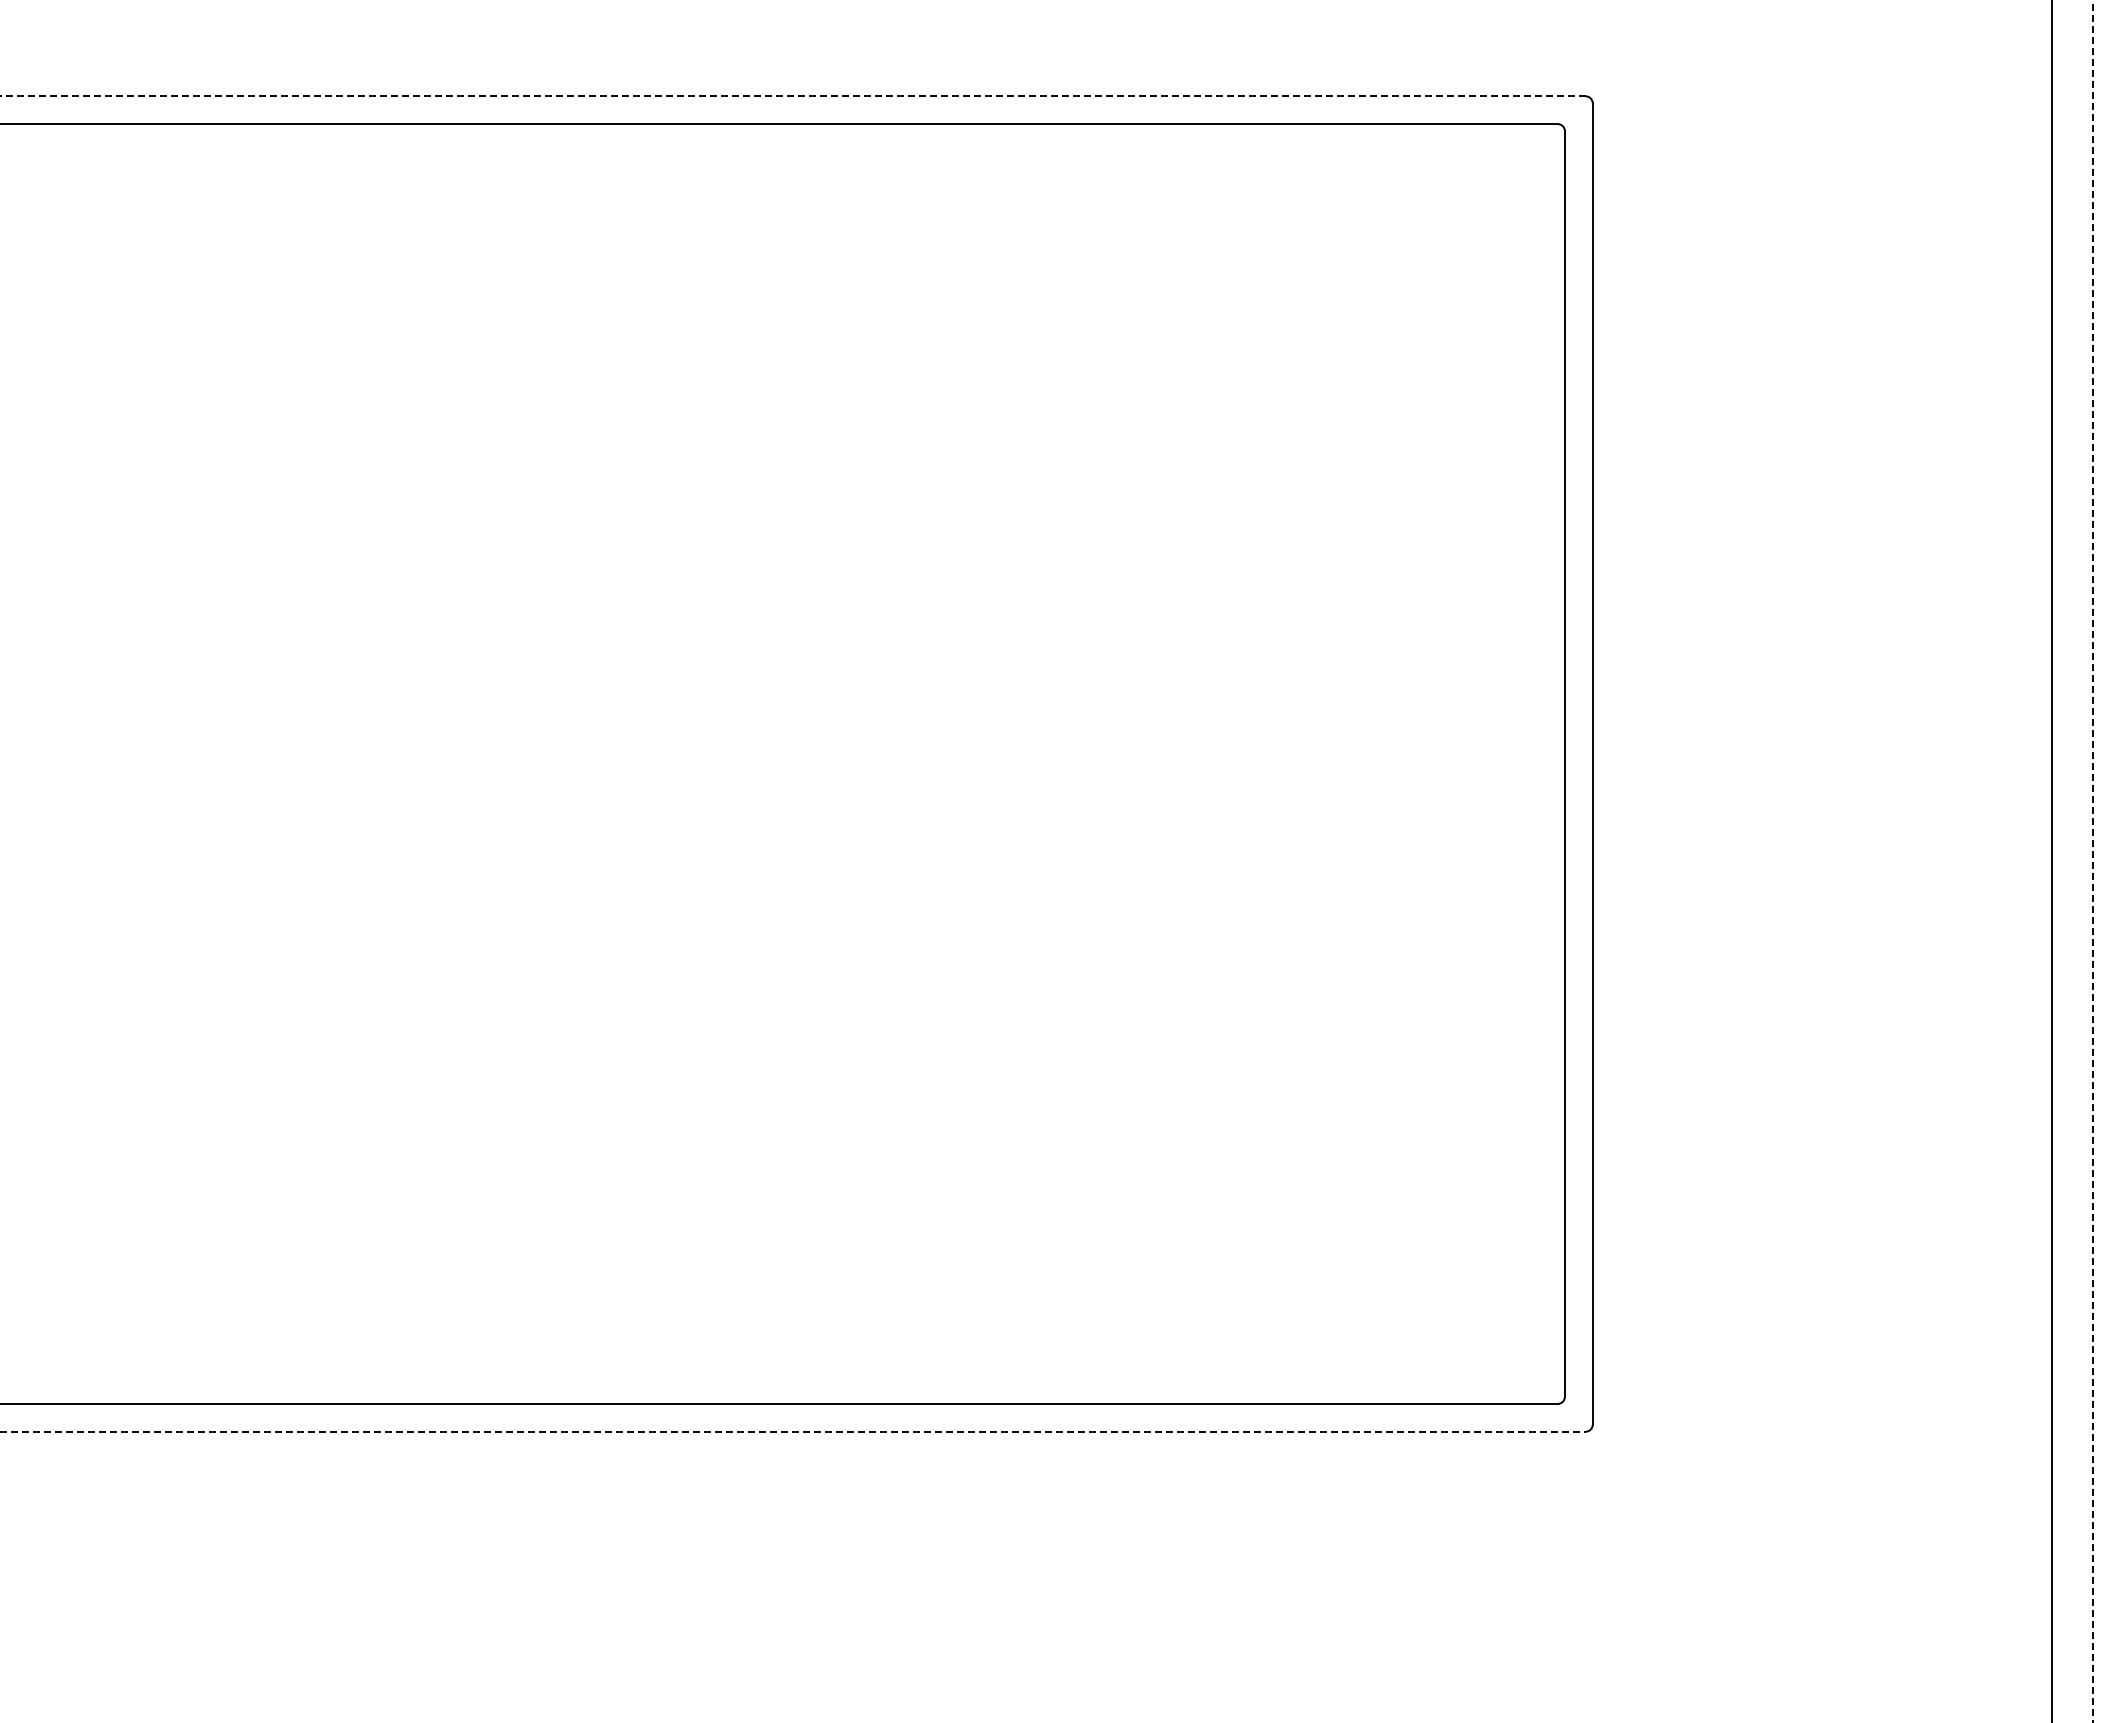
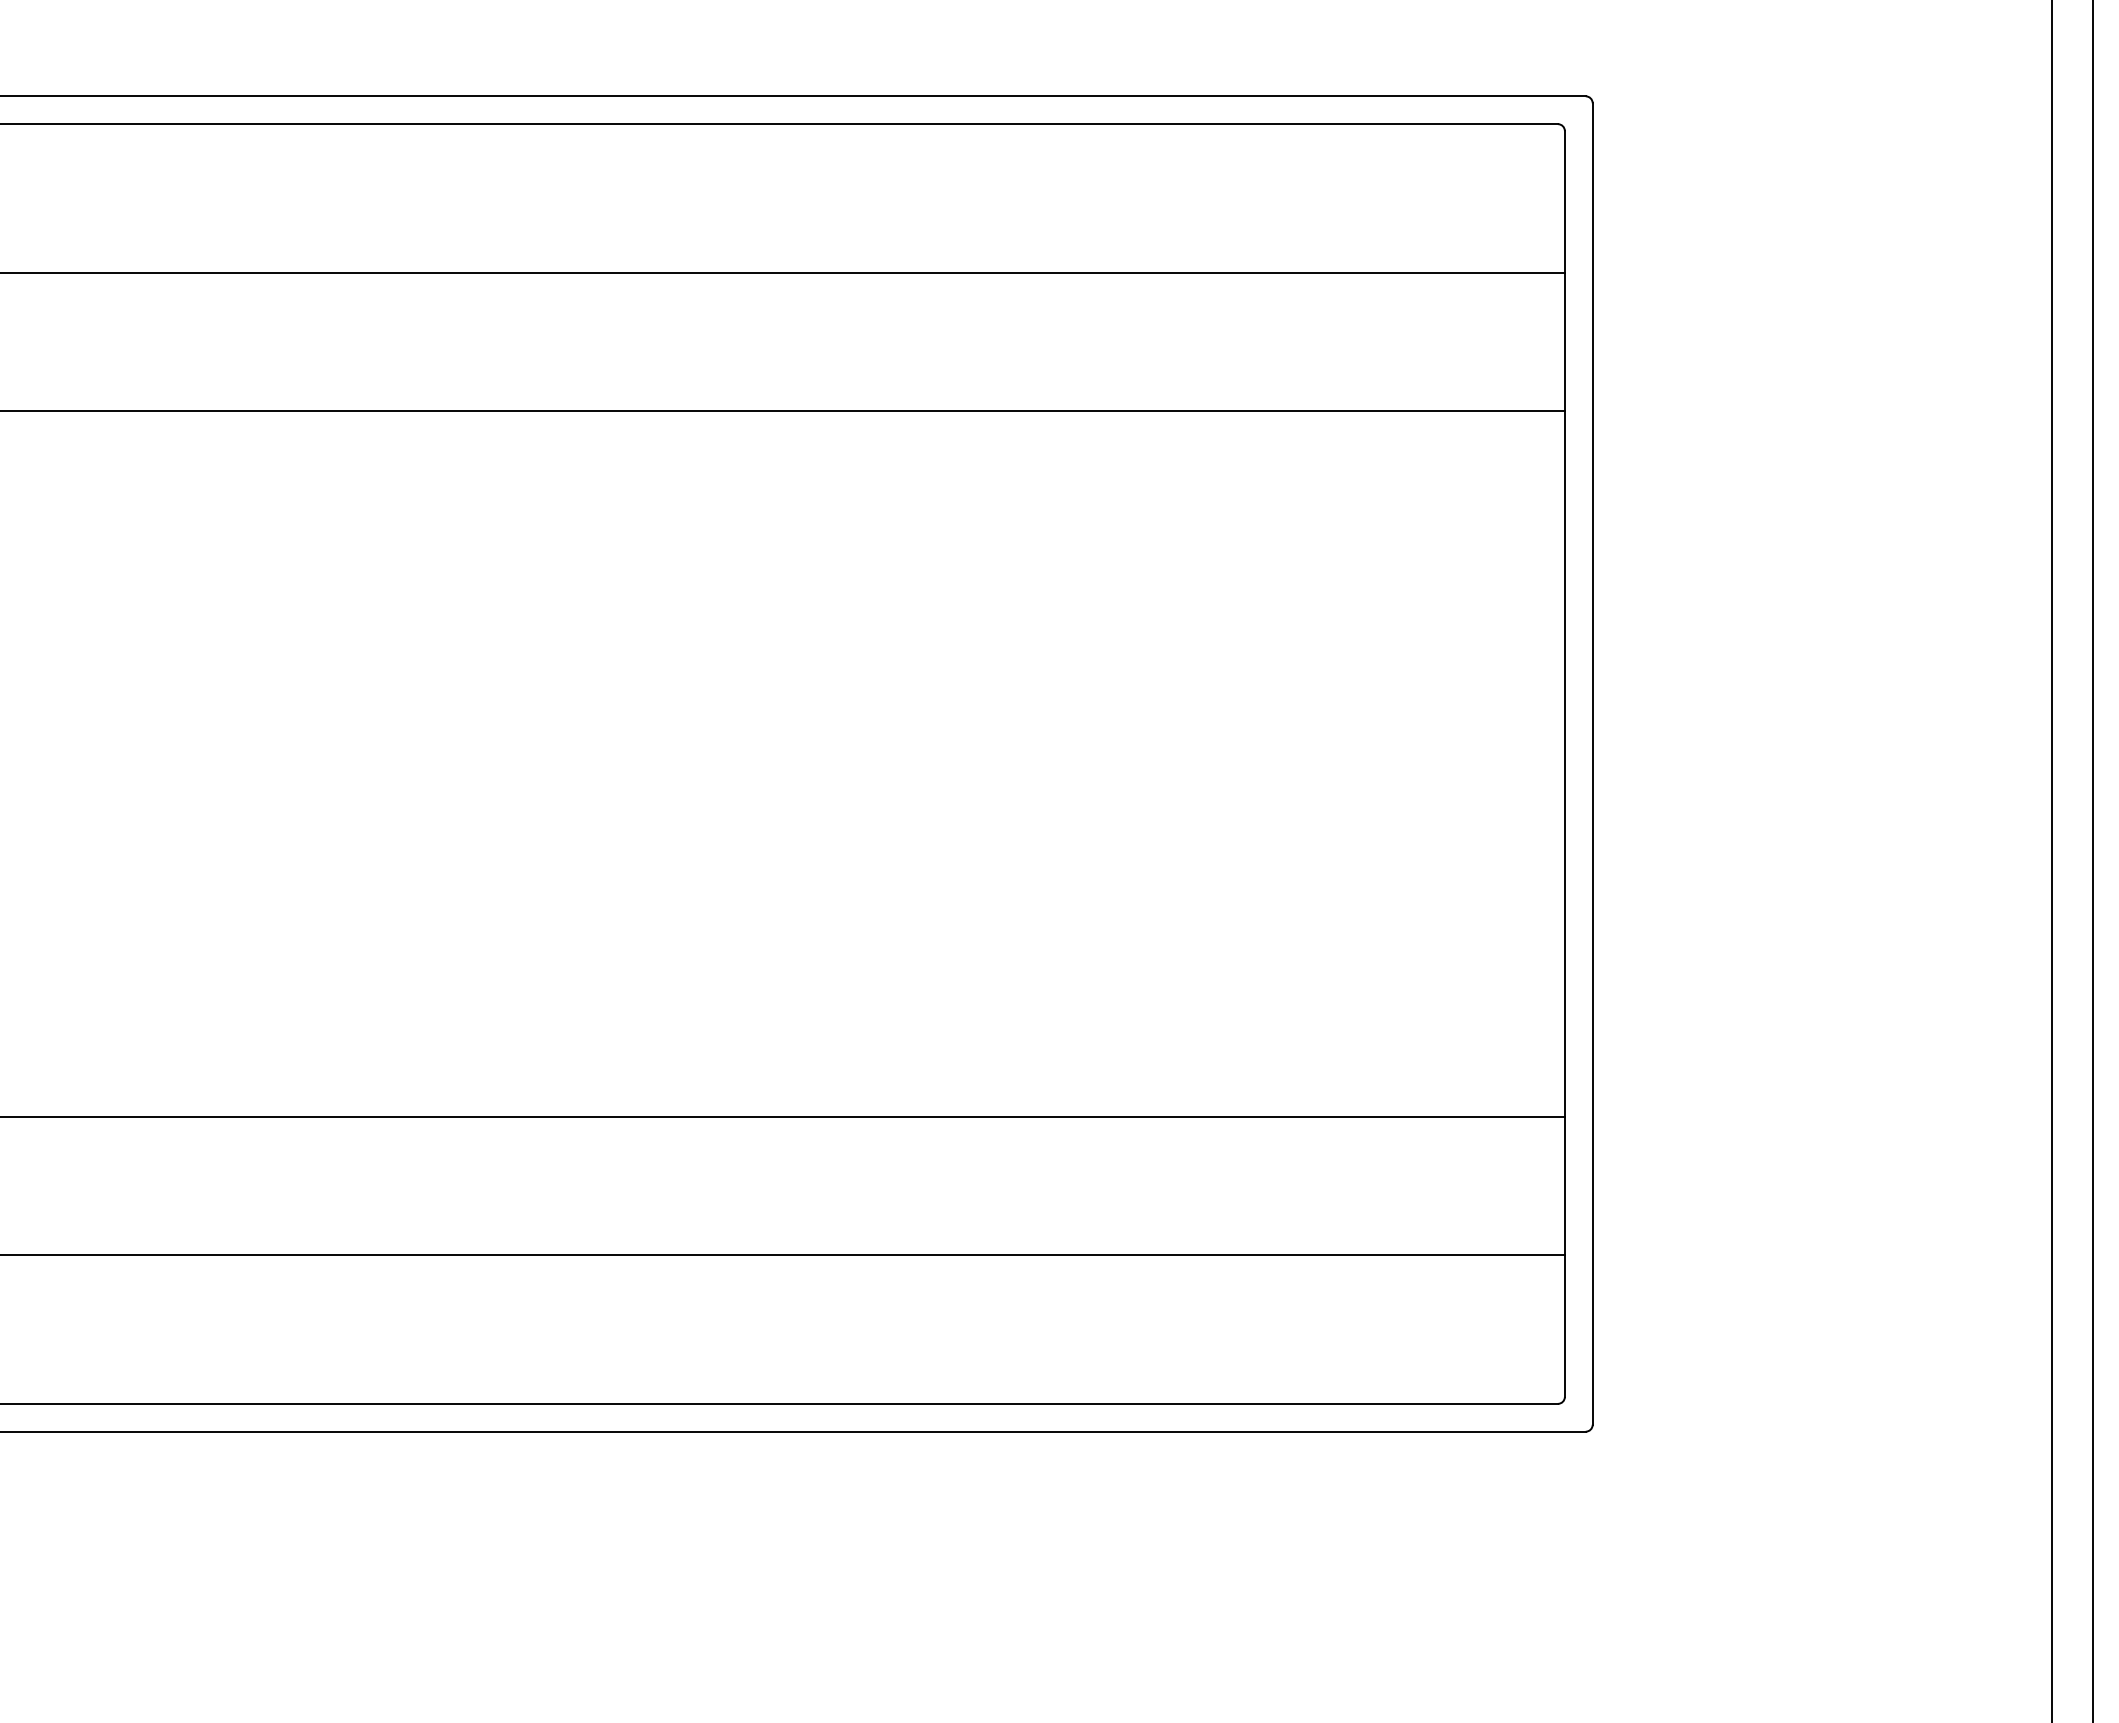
line at (792, 96): dashed -> solid
line at (783, 273): none -> present
line at (783, 410): none -> present
line at (2093, 862): dashed -> solid
line at (783, 1117): none -> present
line at (783, 1255): none -> present
line at (793, 1431): dashed -> solid
